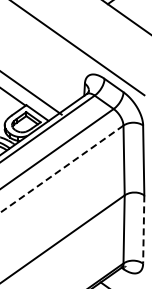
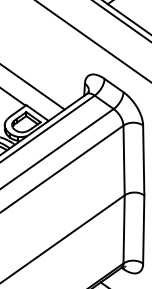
line at (121, 20): none -> present
line at (78, 48) position: (78, 48) -> (92, 41)
line at (31, 93) position: (31, 93) -> (33, 87)
line at (61, 169): dashed -> solid
line at (143, 230): dashed -> solid
